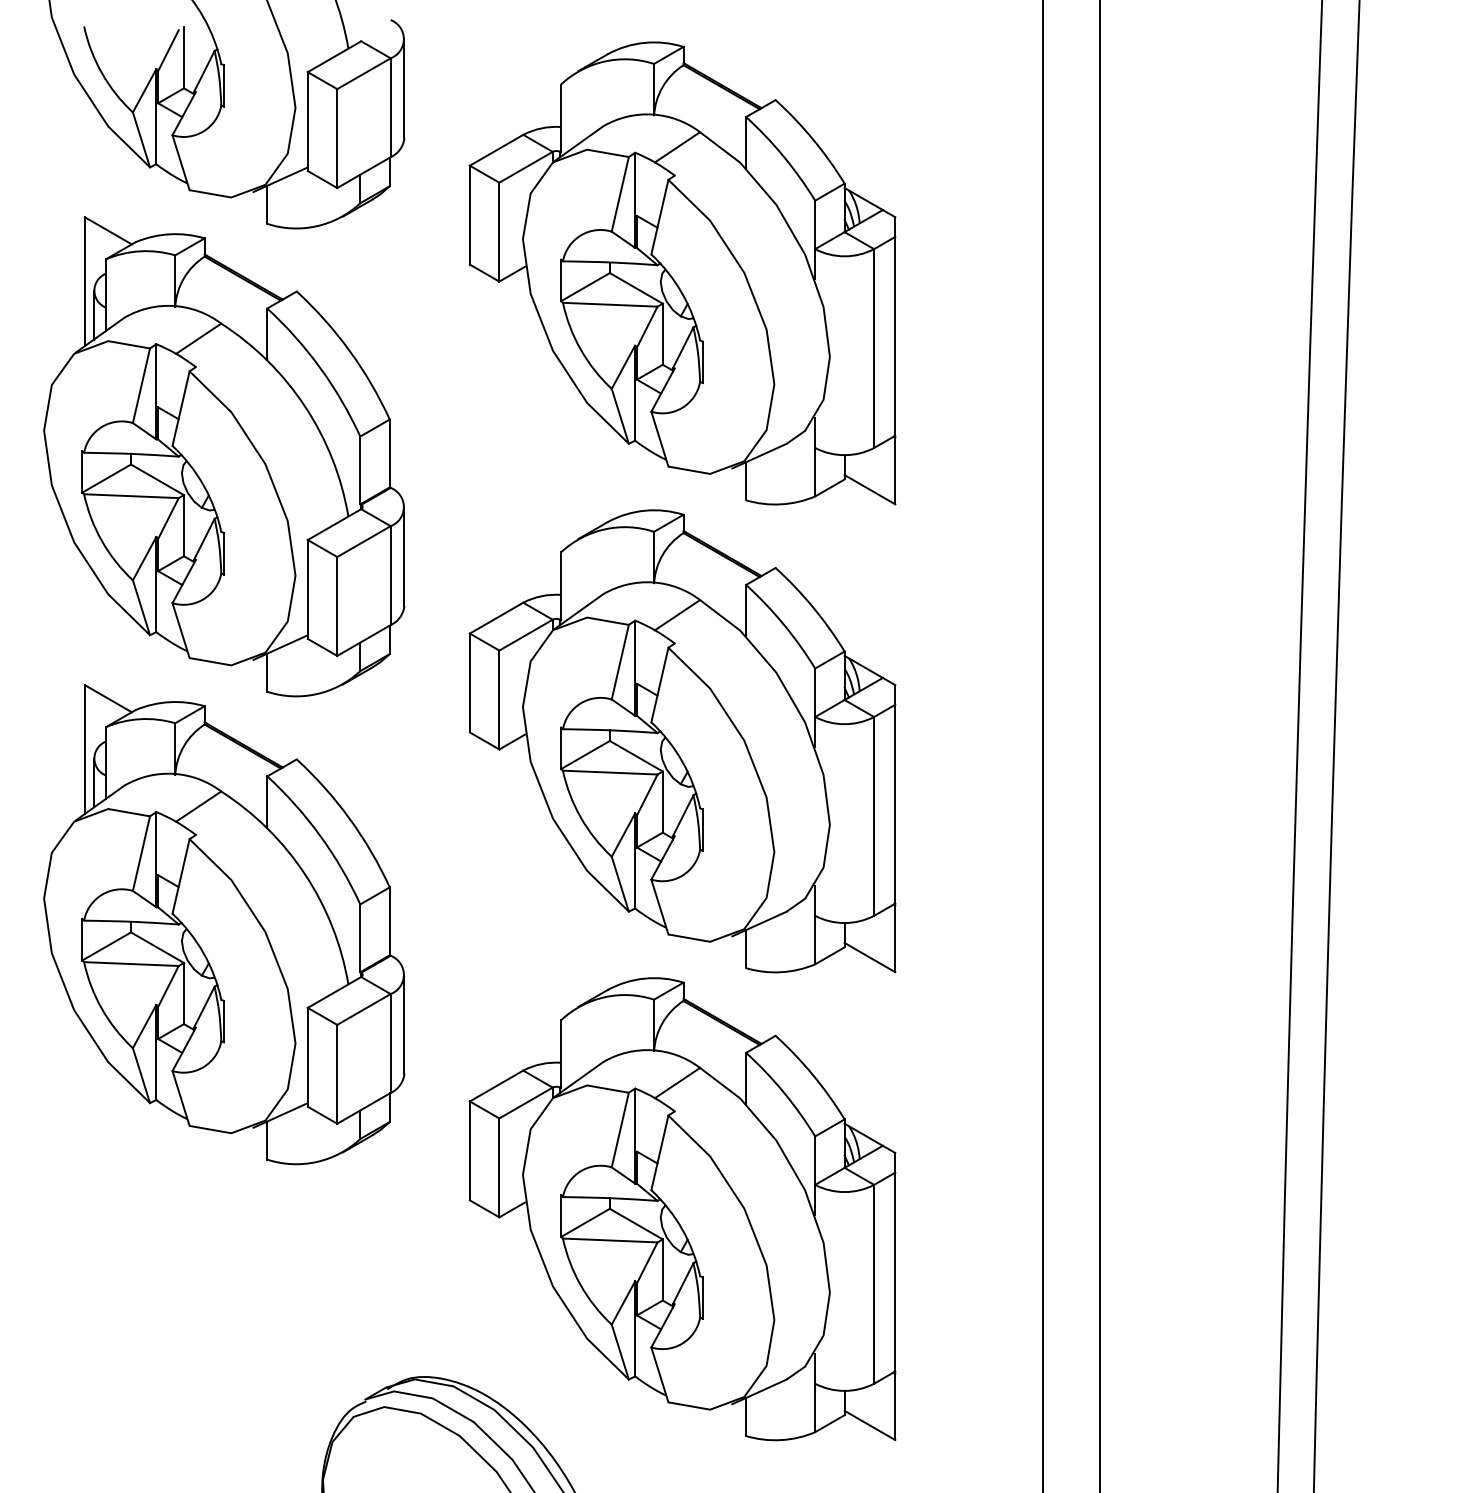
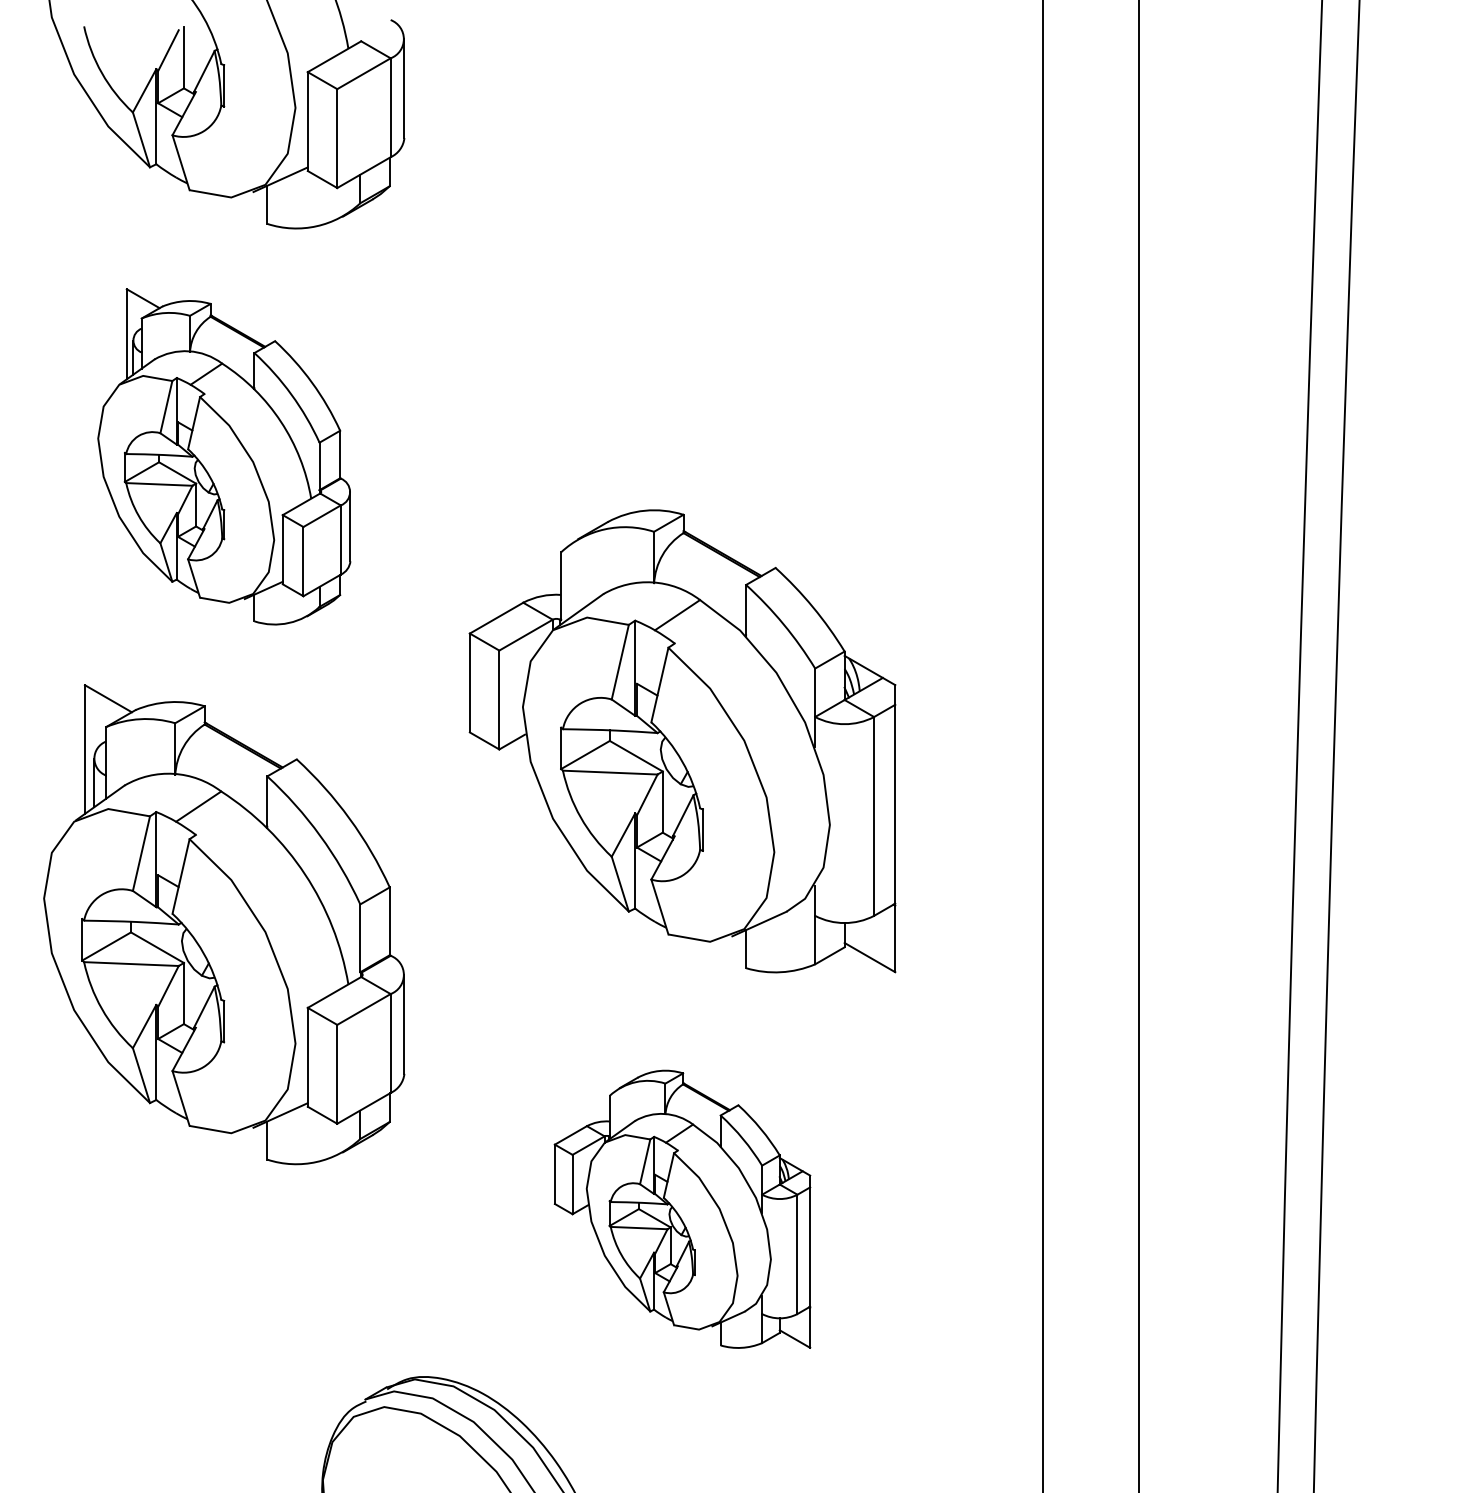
part at (682, 273): present -> none
part at (224, 456) size: 363x482 px -> 255x338 px
line at (1100, 745) position: (1100, 745) -> (1139, 745)
part at (682, 1209) size: 429x465 px -> 259x280 px
